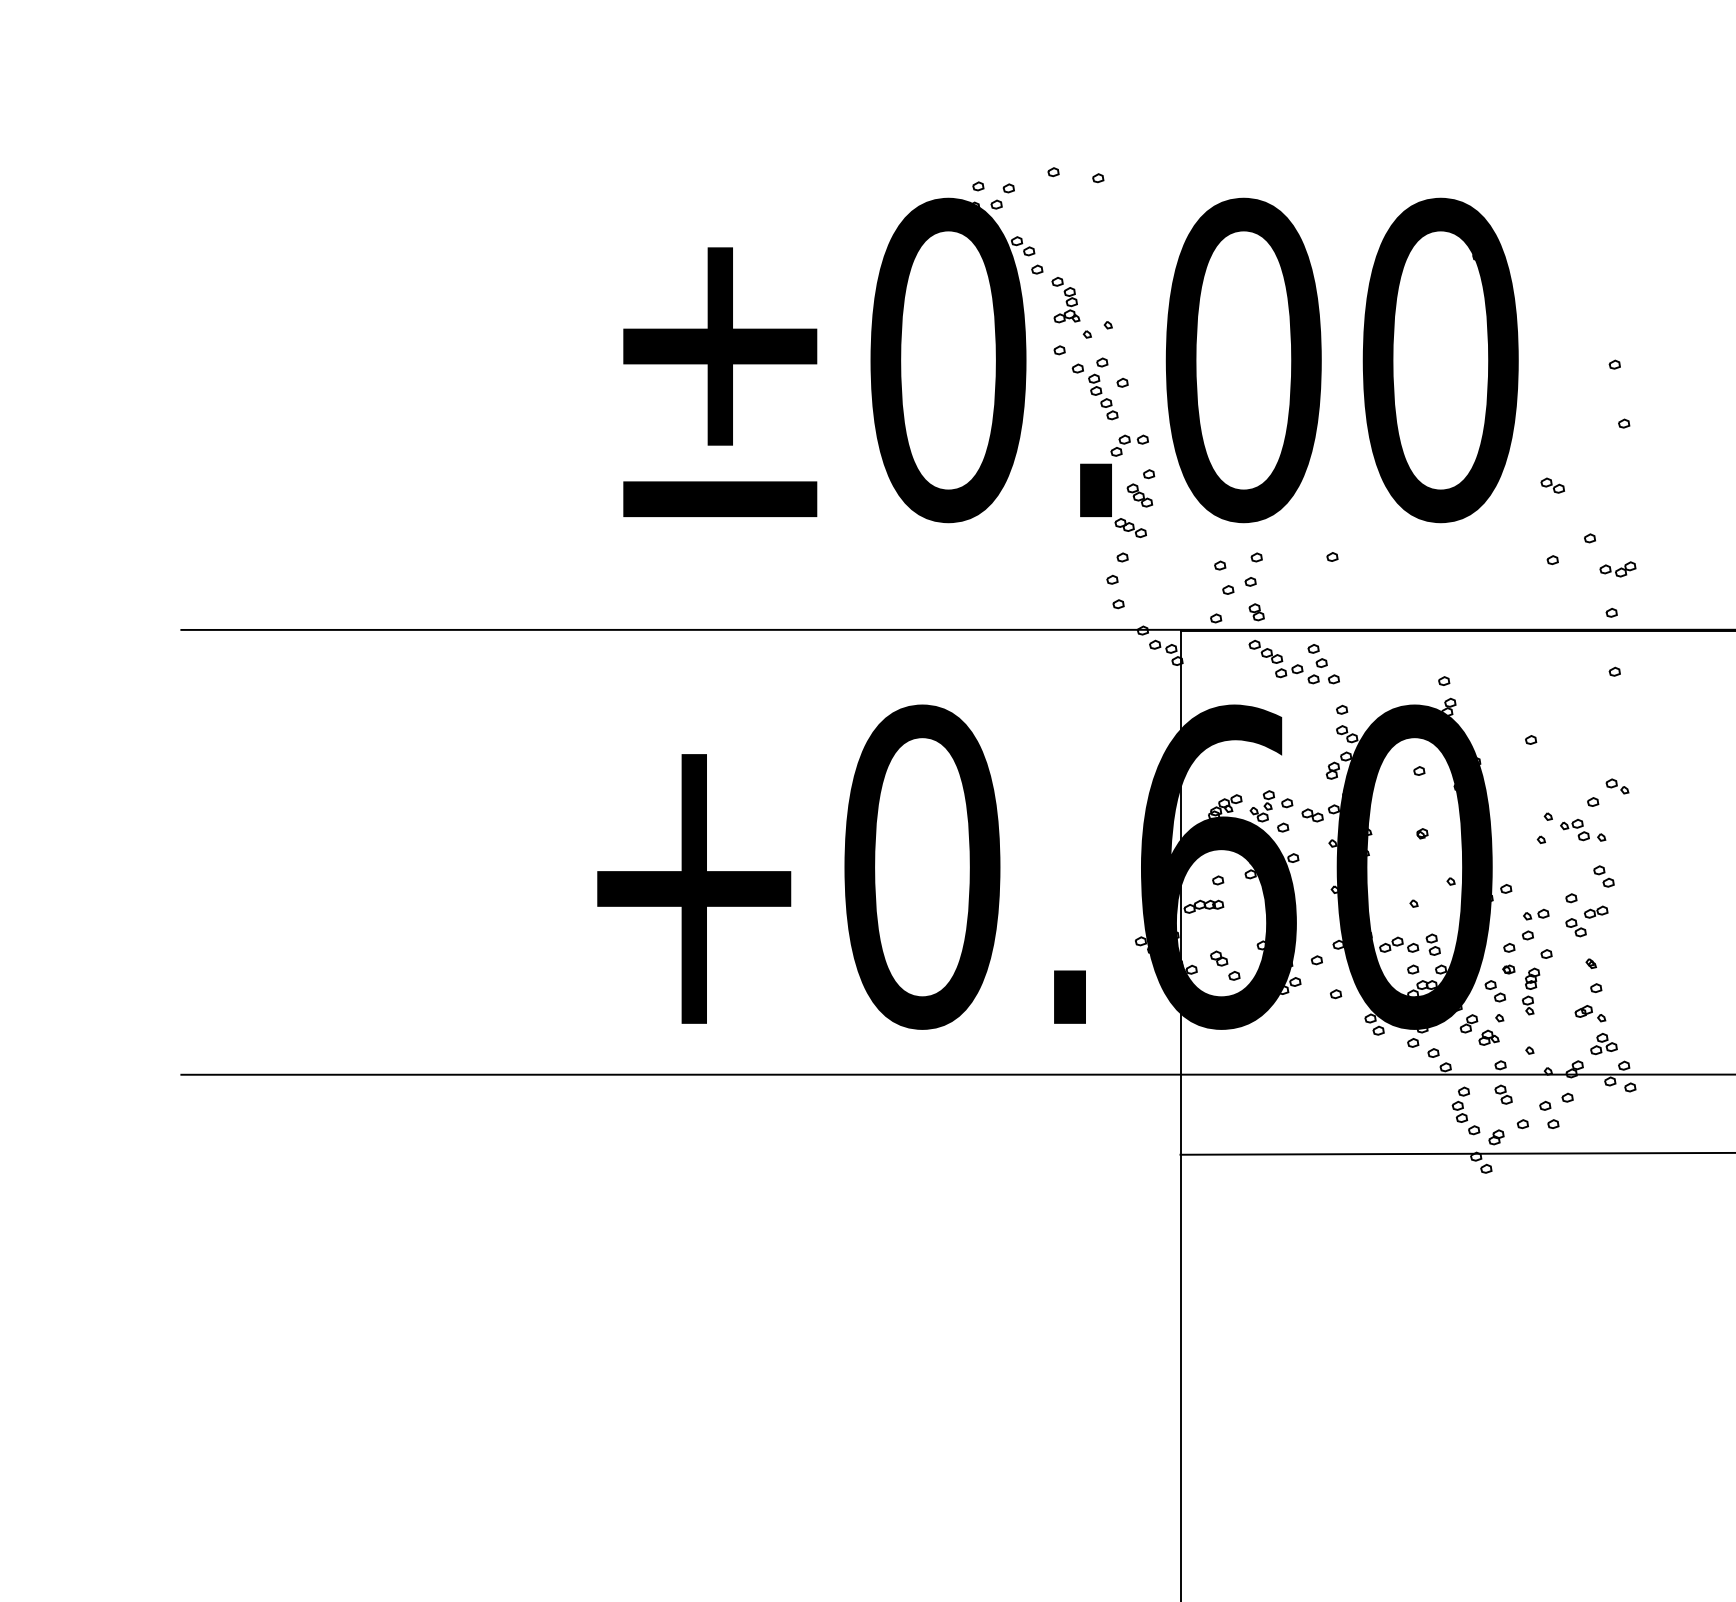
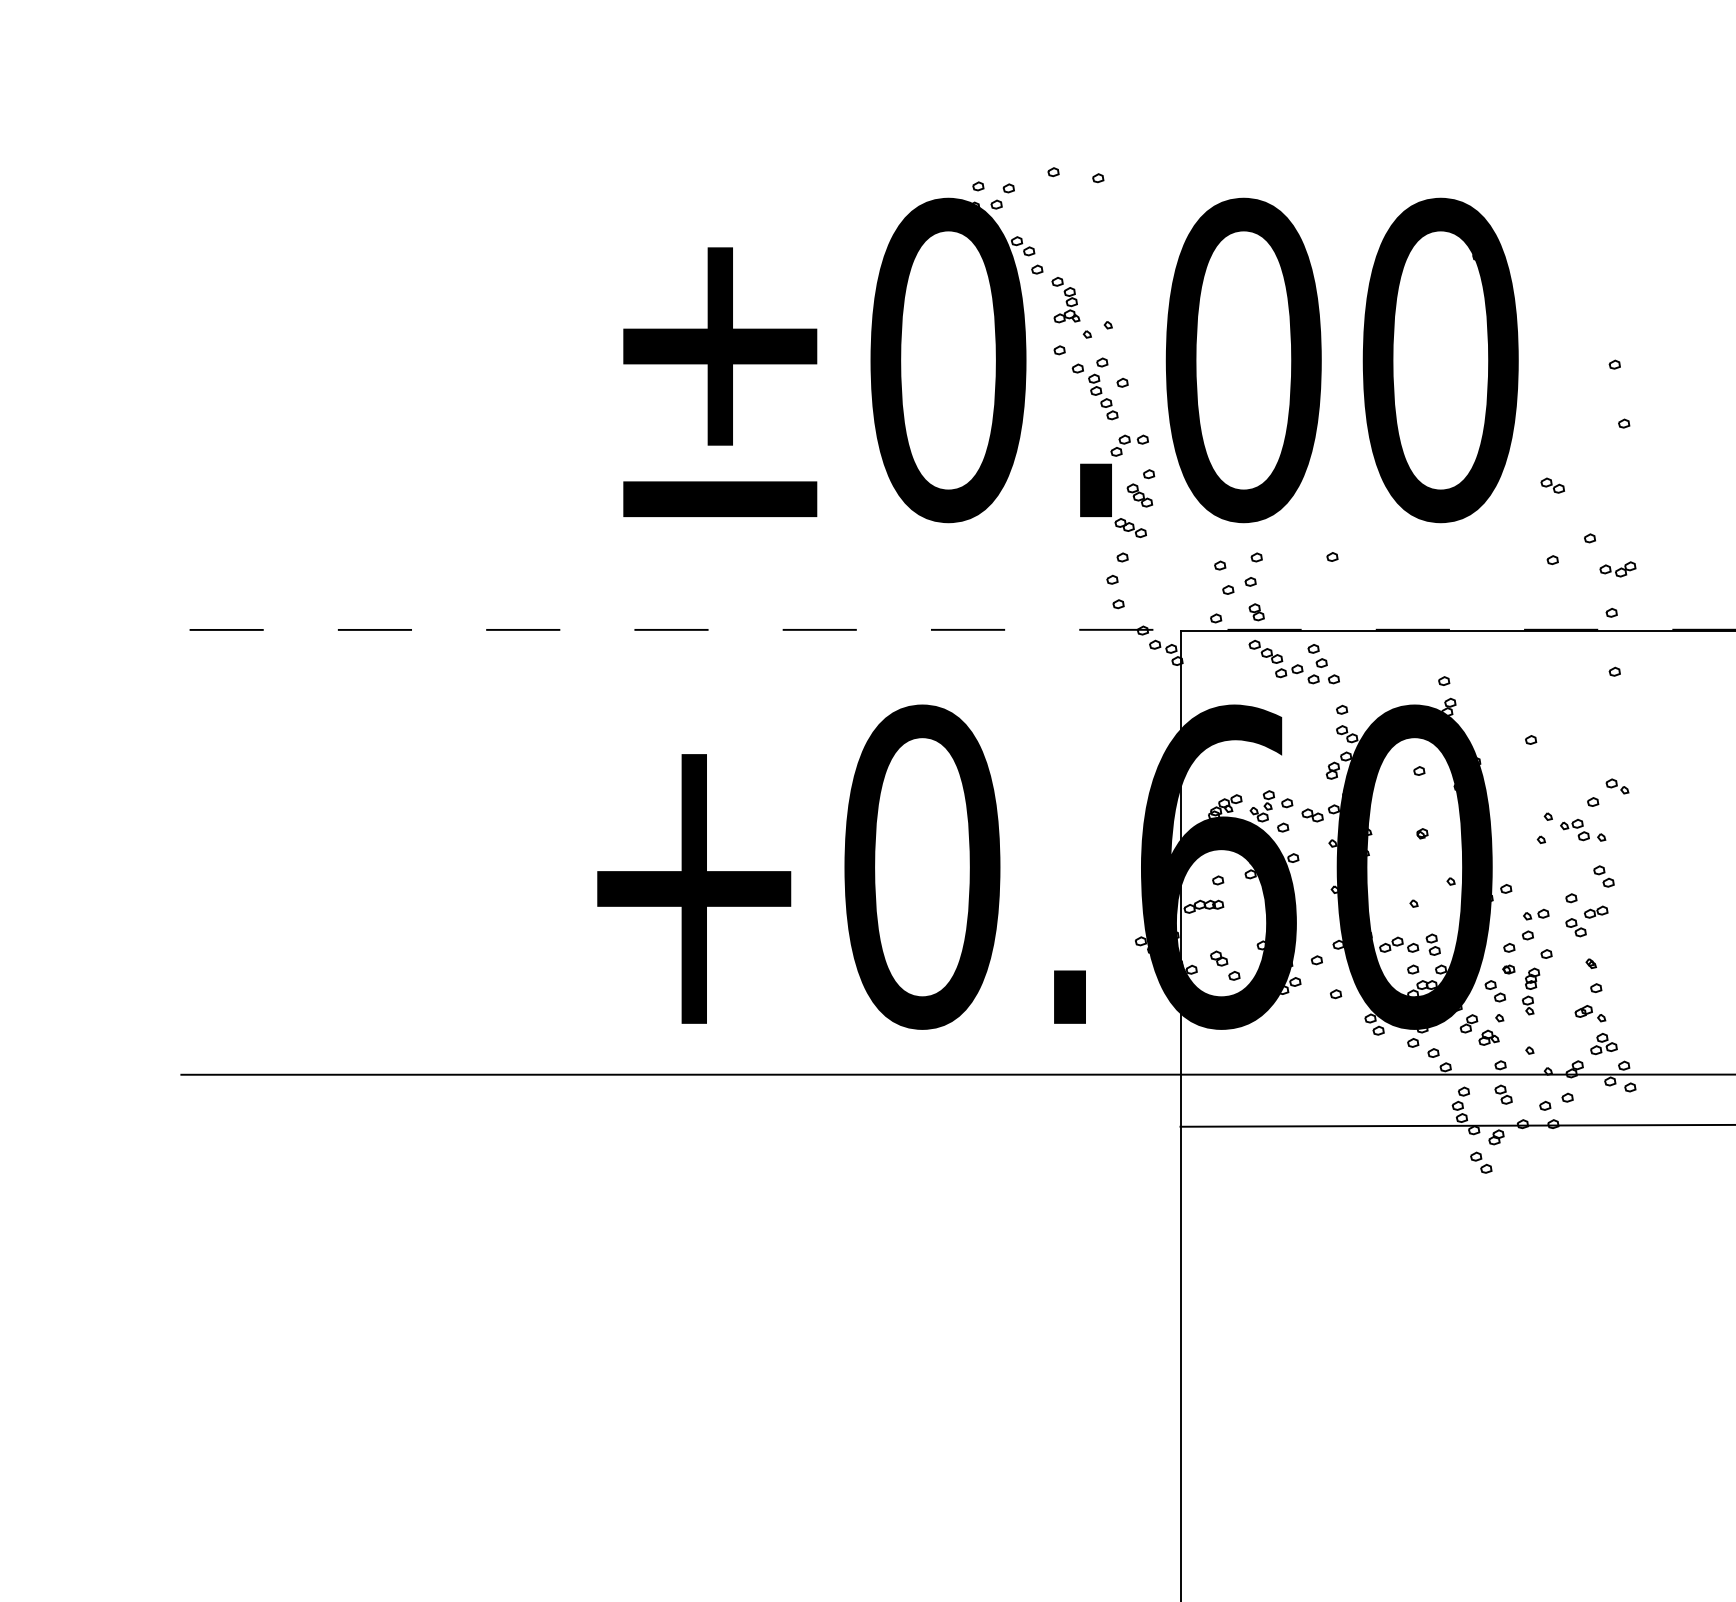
line at (958, 629): solid -> dashed
line at (1456, 1153) position: (1456, 1153) -> (1456, 1125)
